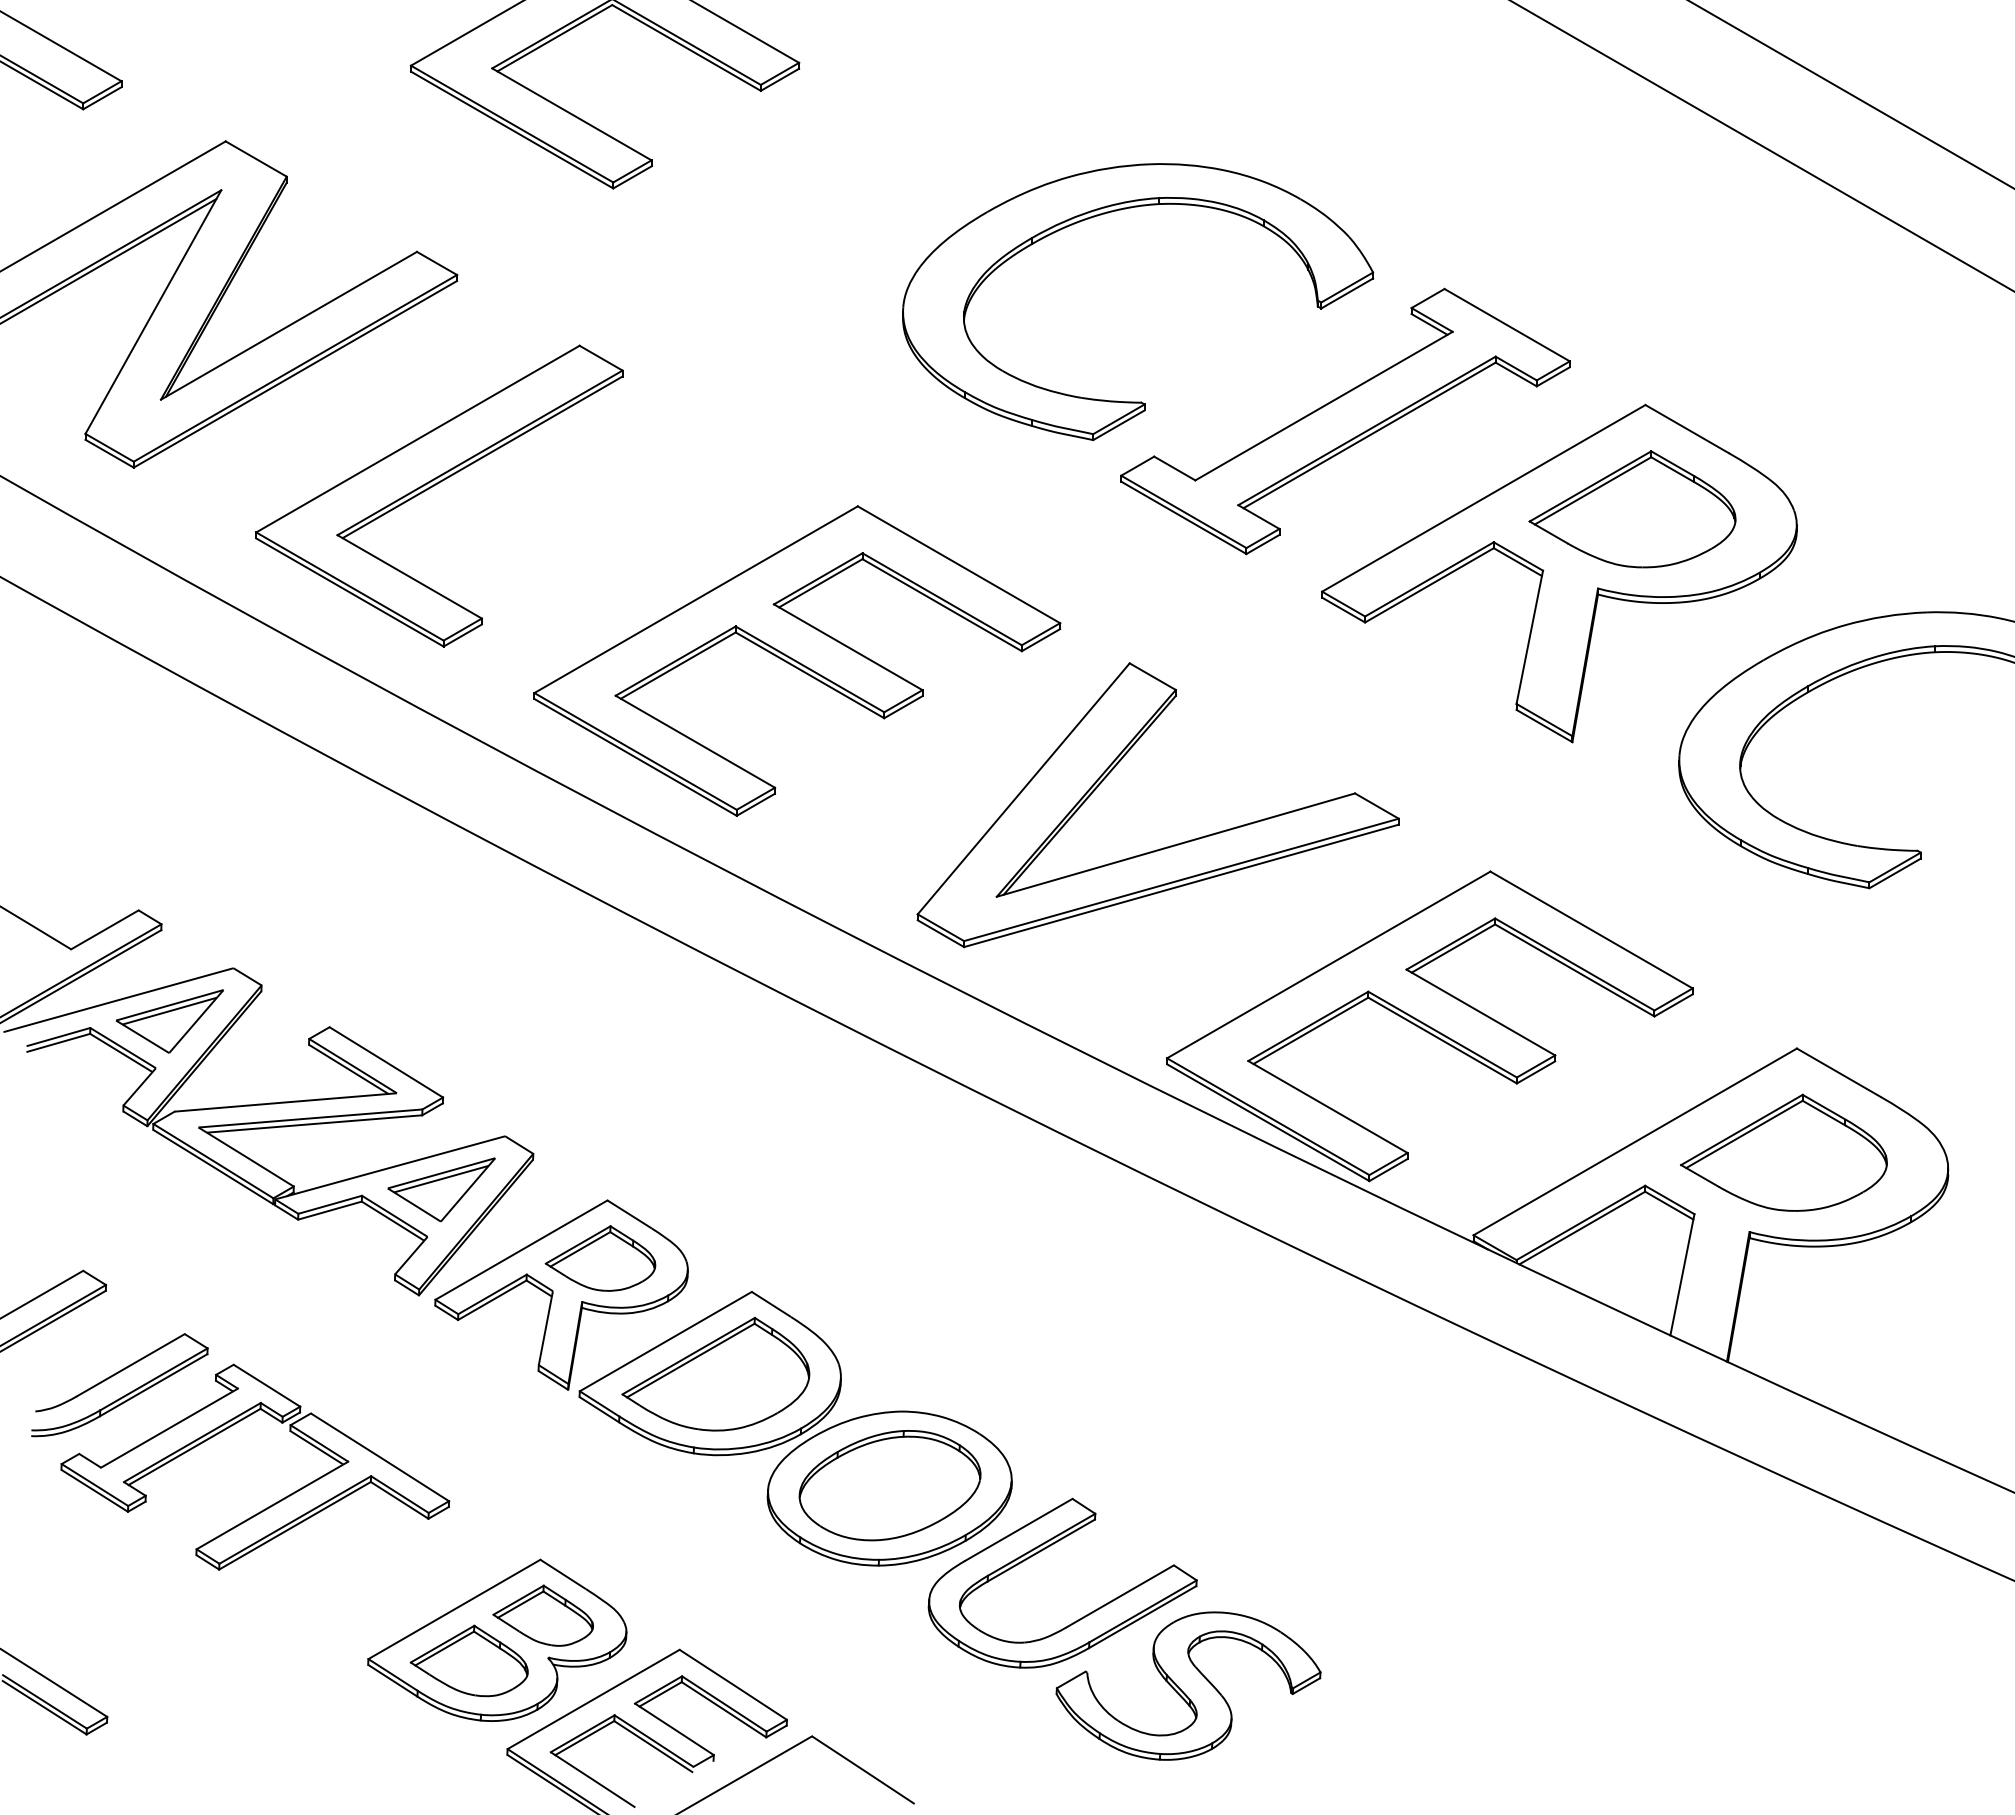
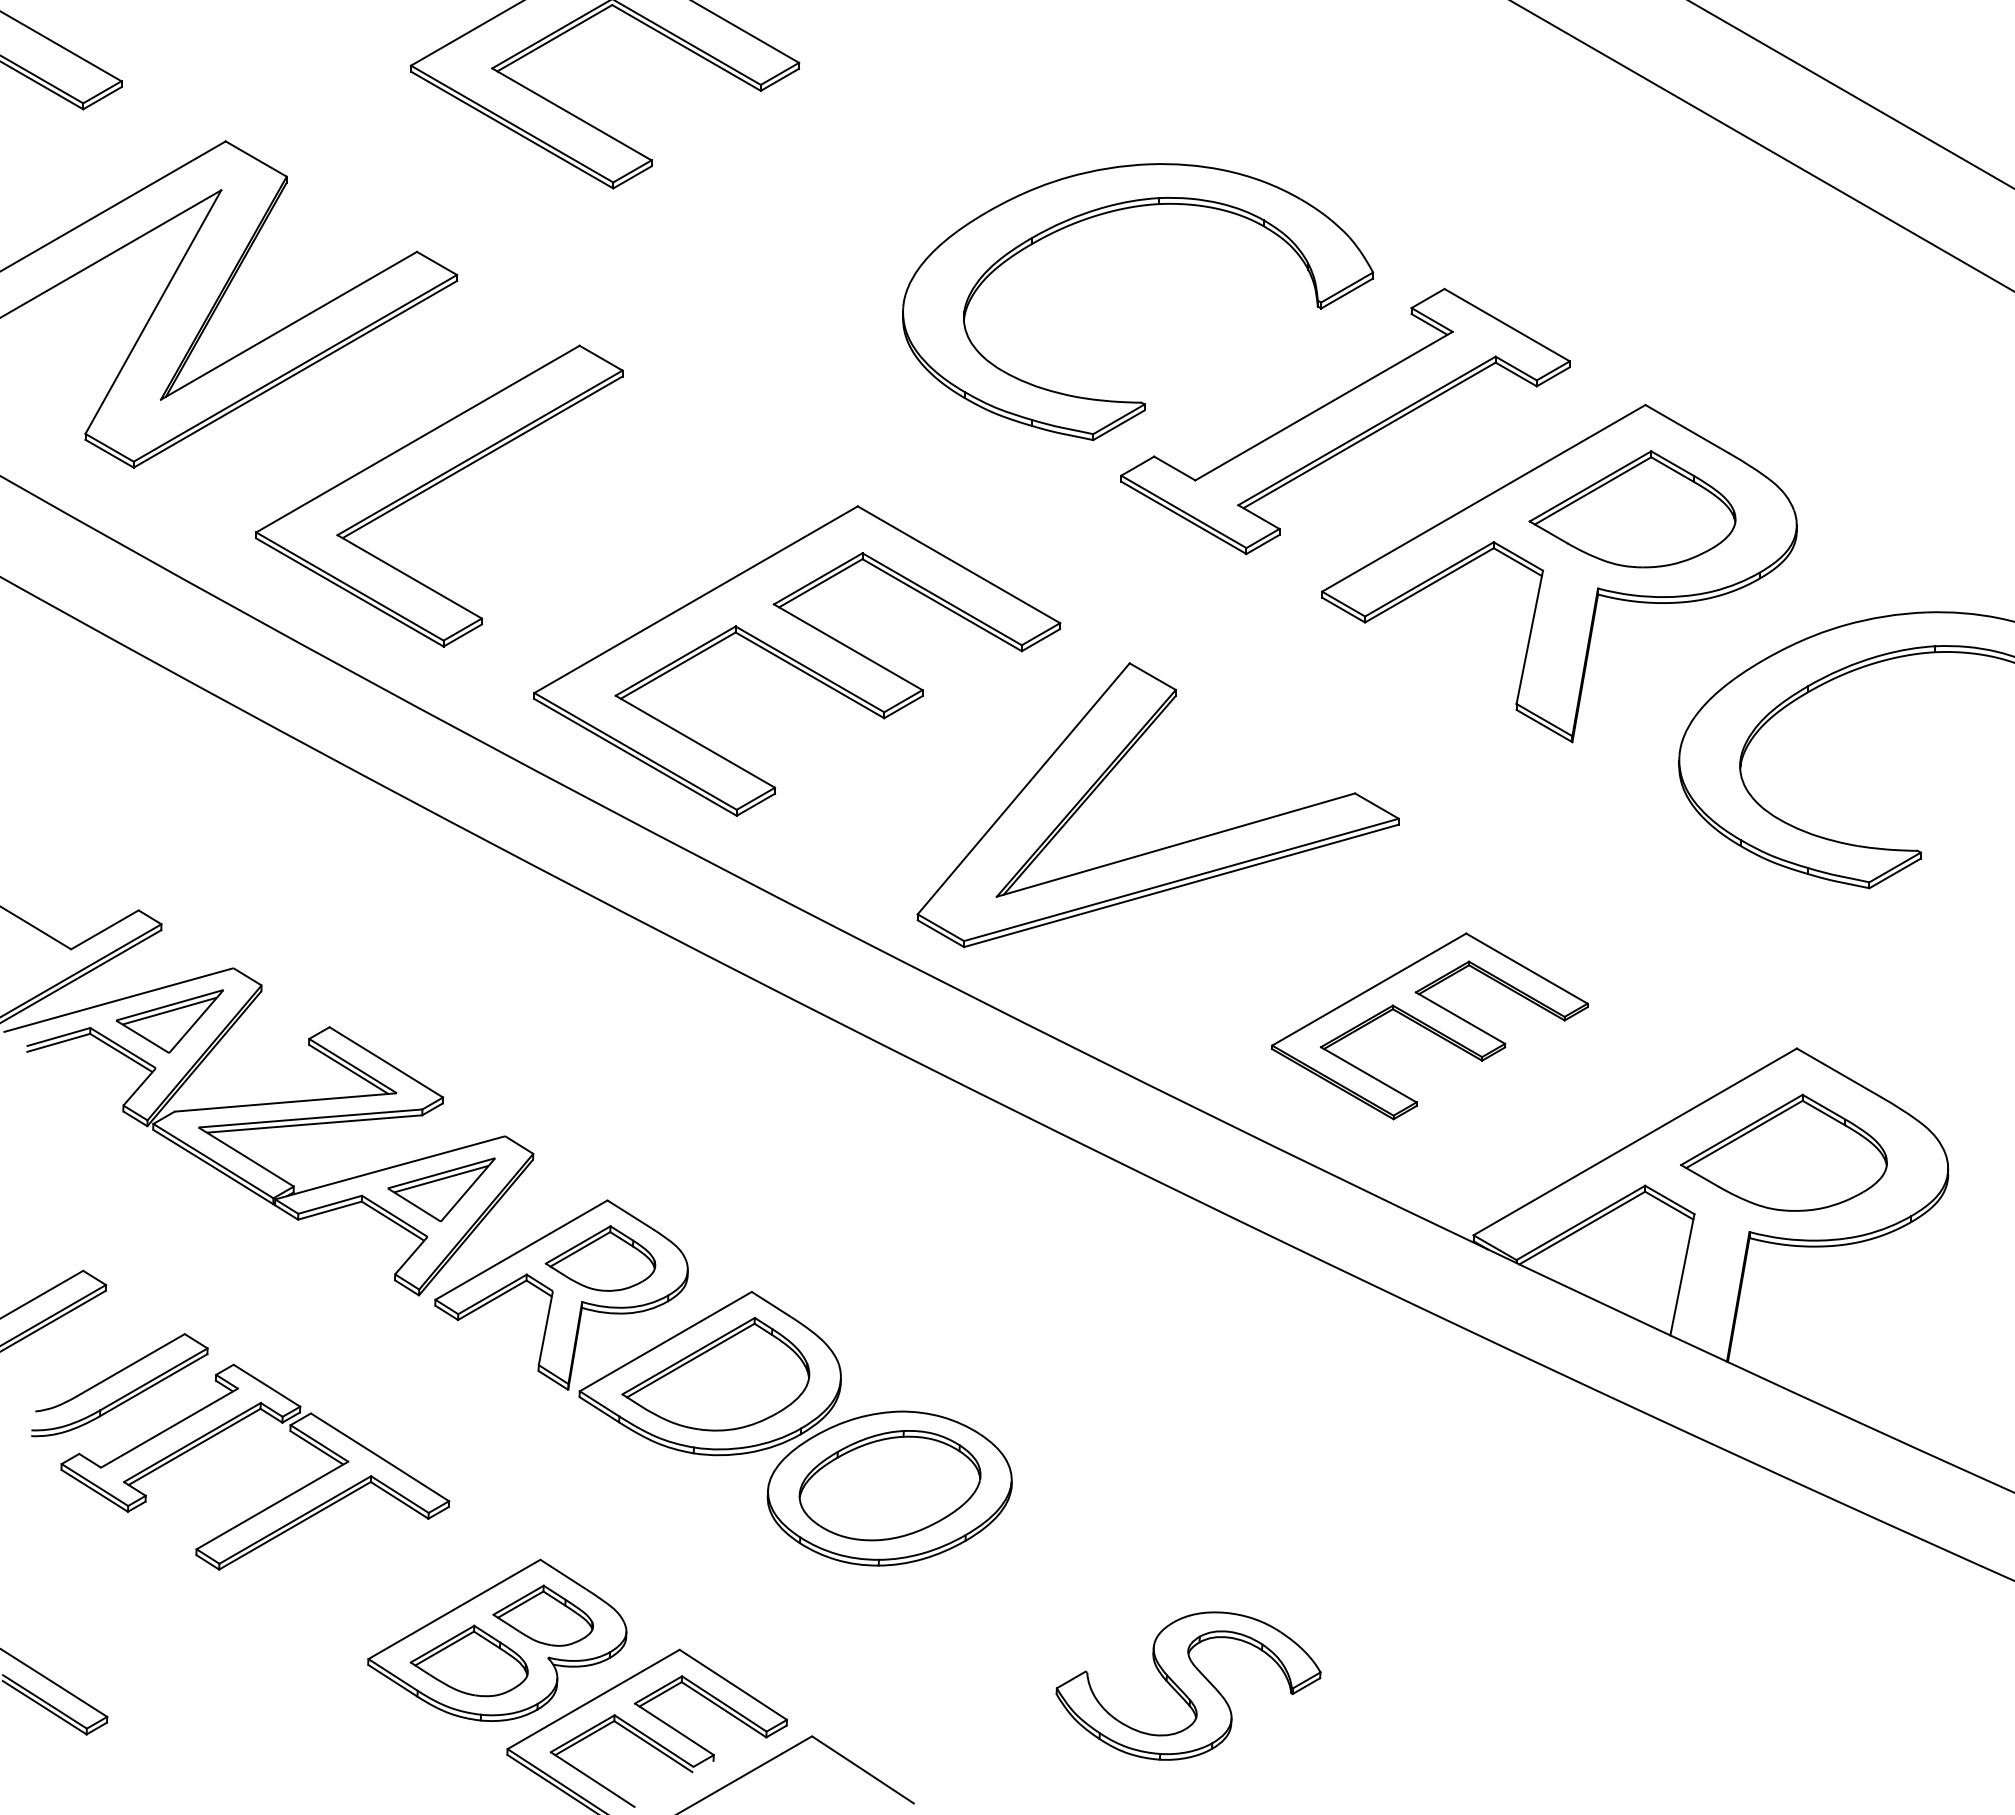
line at (109, 260): present -> none
part at (1429, 1026) size: 528x313 px -> 318x189 px
part at (1045, 1549): present -> none
